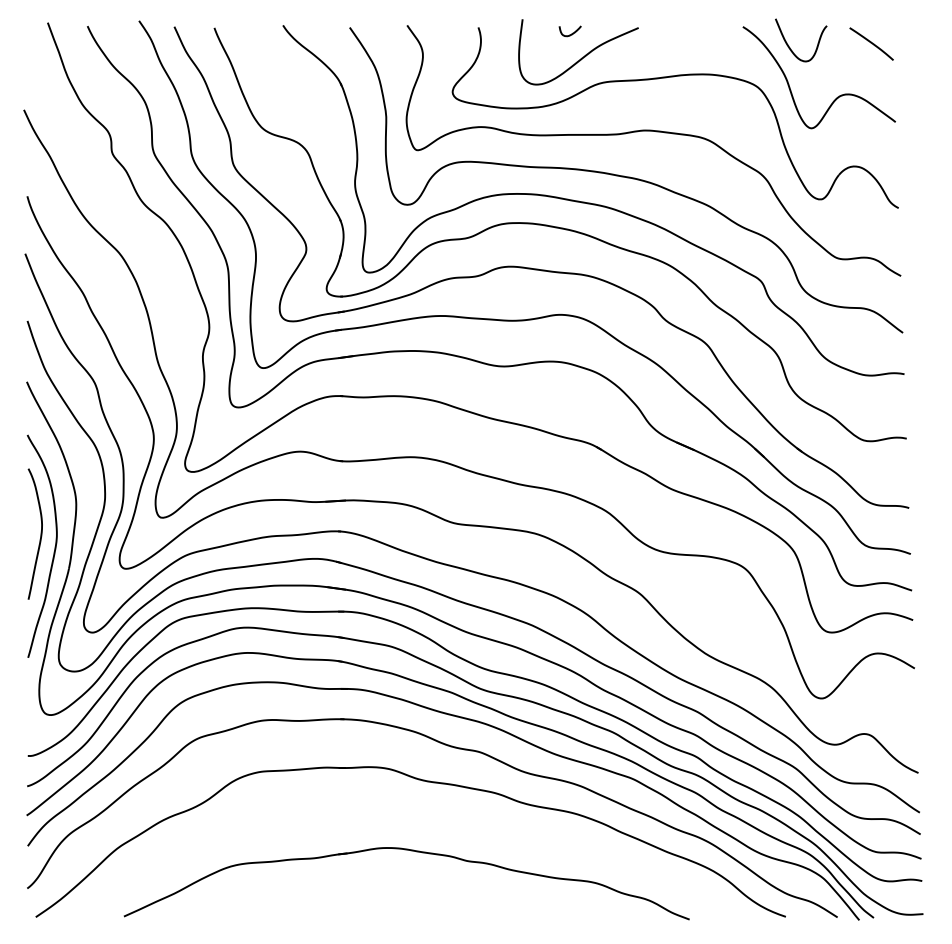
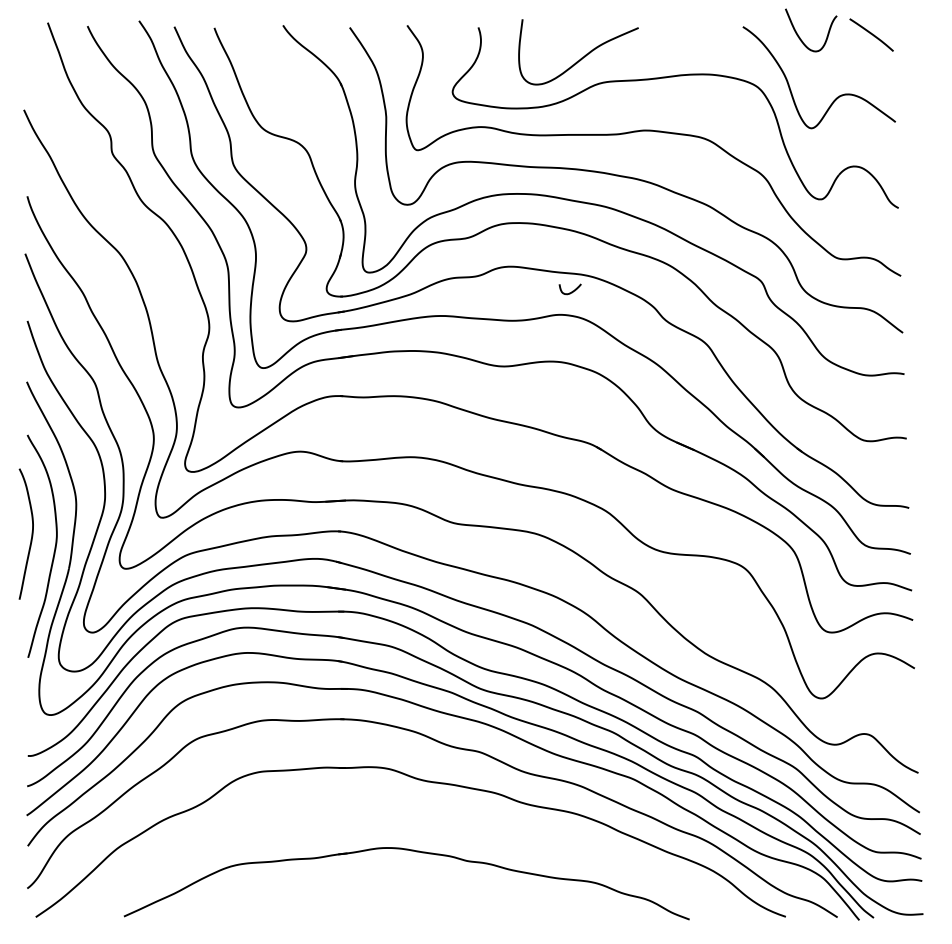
curve at (571, 33) position: (571, 33) -> (571, 291)
line at (871, 43) position: (871, 43) -> (871, 34)
curve at (790, 47) position: (790, 47) -> (800, 37)
curve at (40, 533) position: (40, 533) -> (31, 533)
